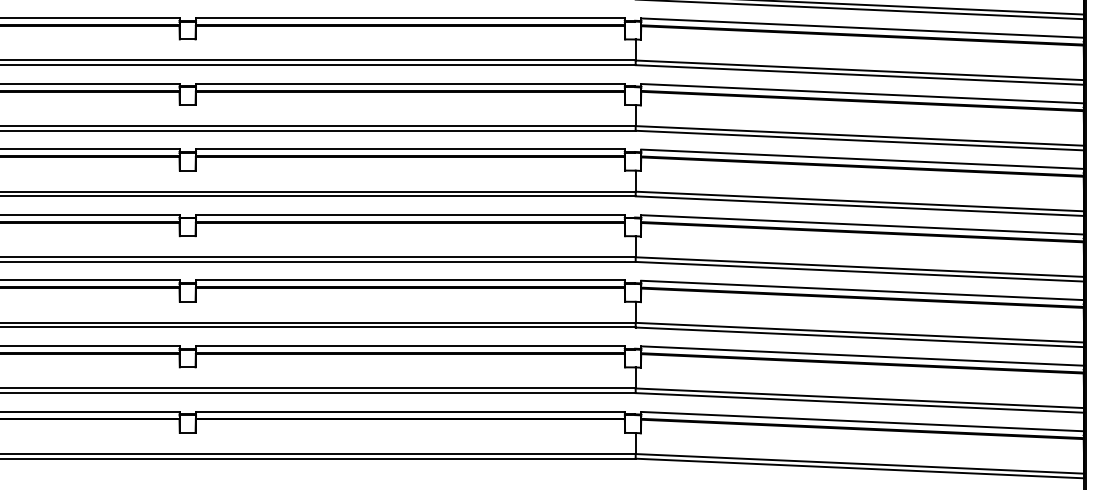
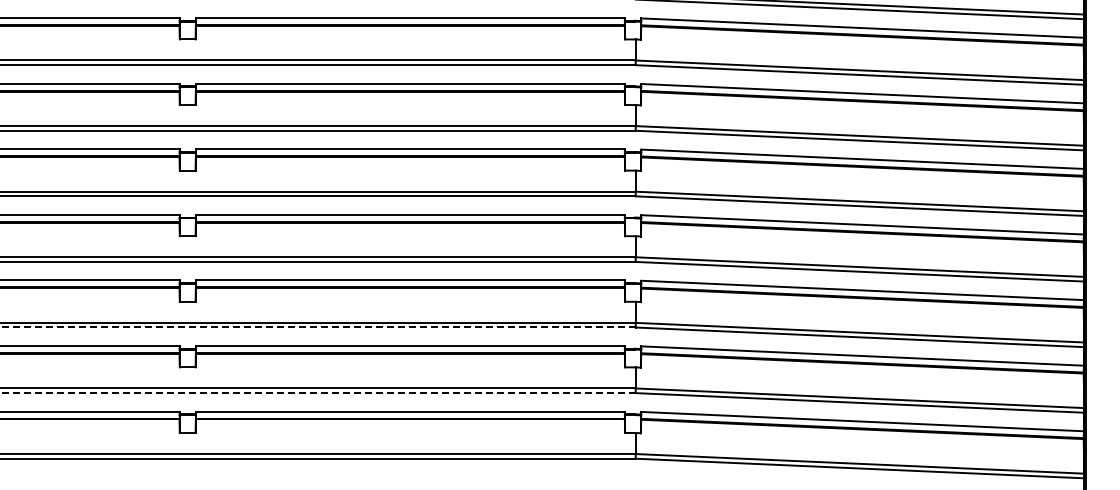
line at (317, 327): solid -> dashed
line at (317, 393): solid -> dashed
